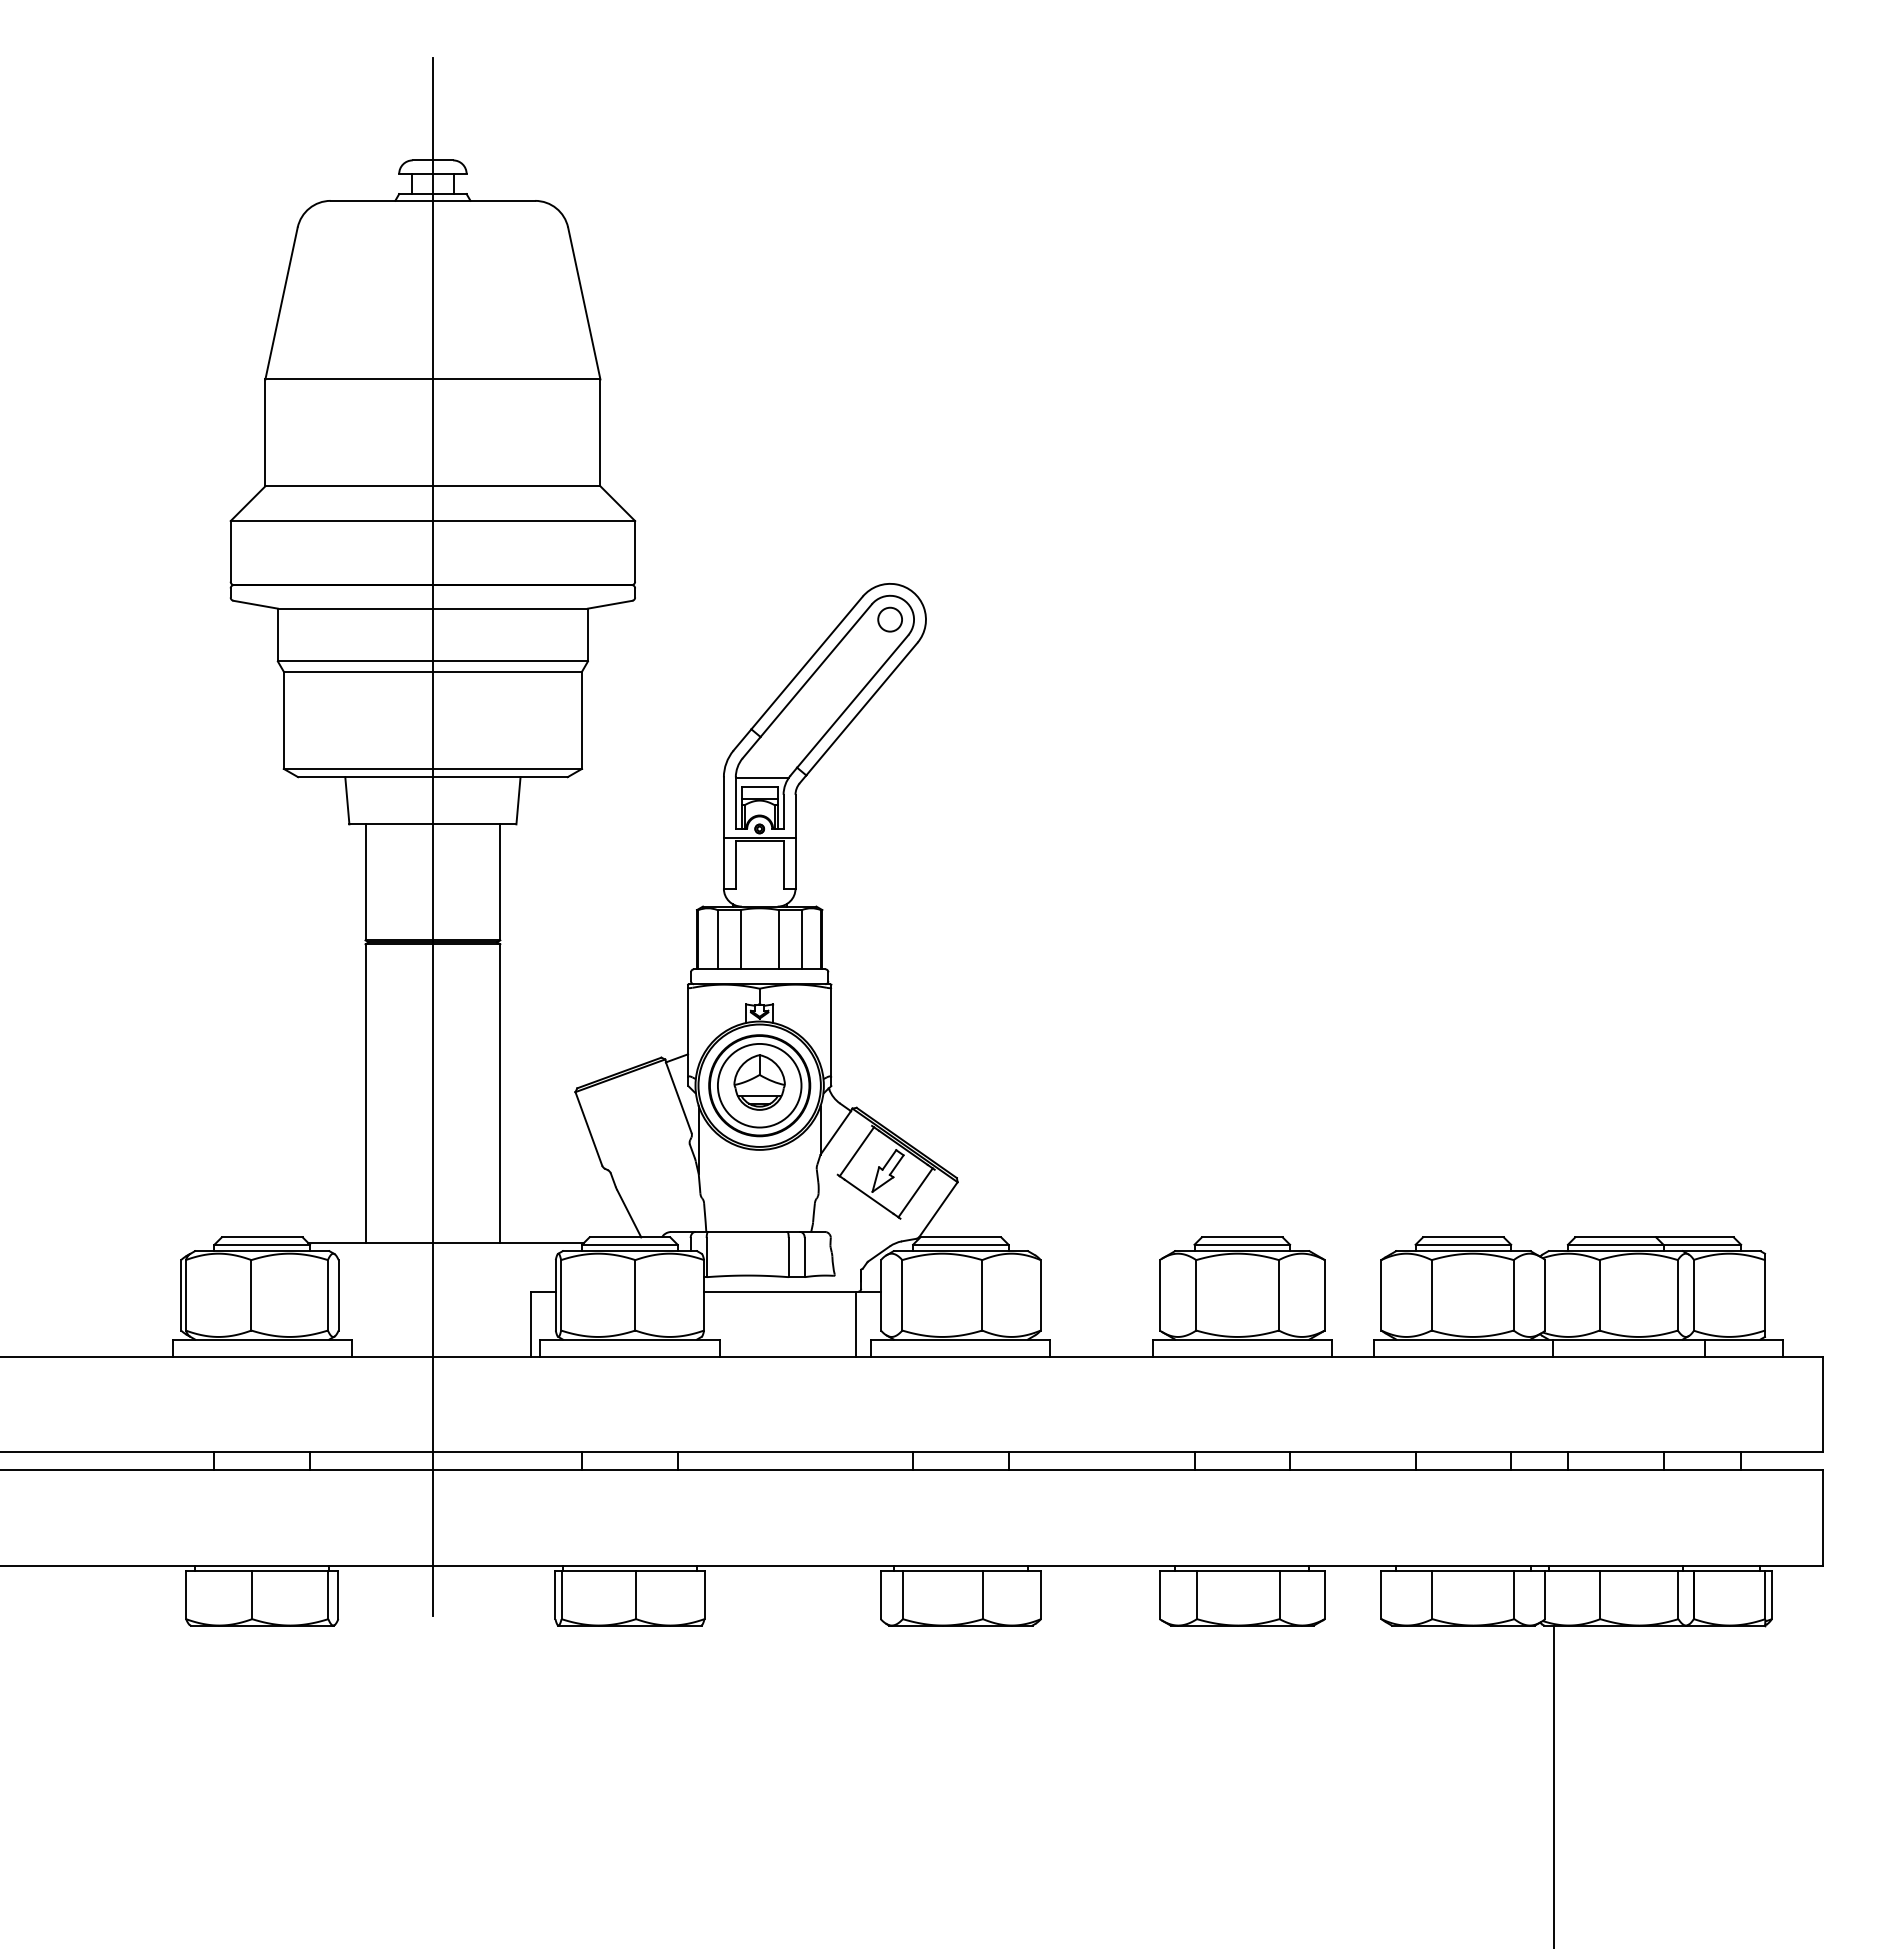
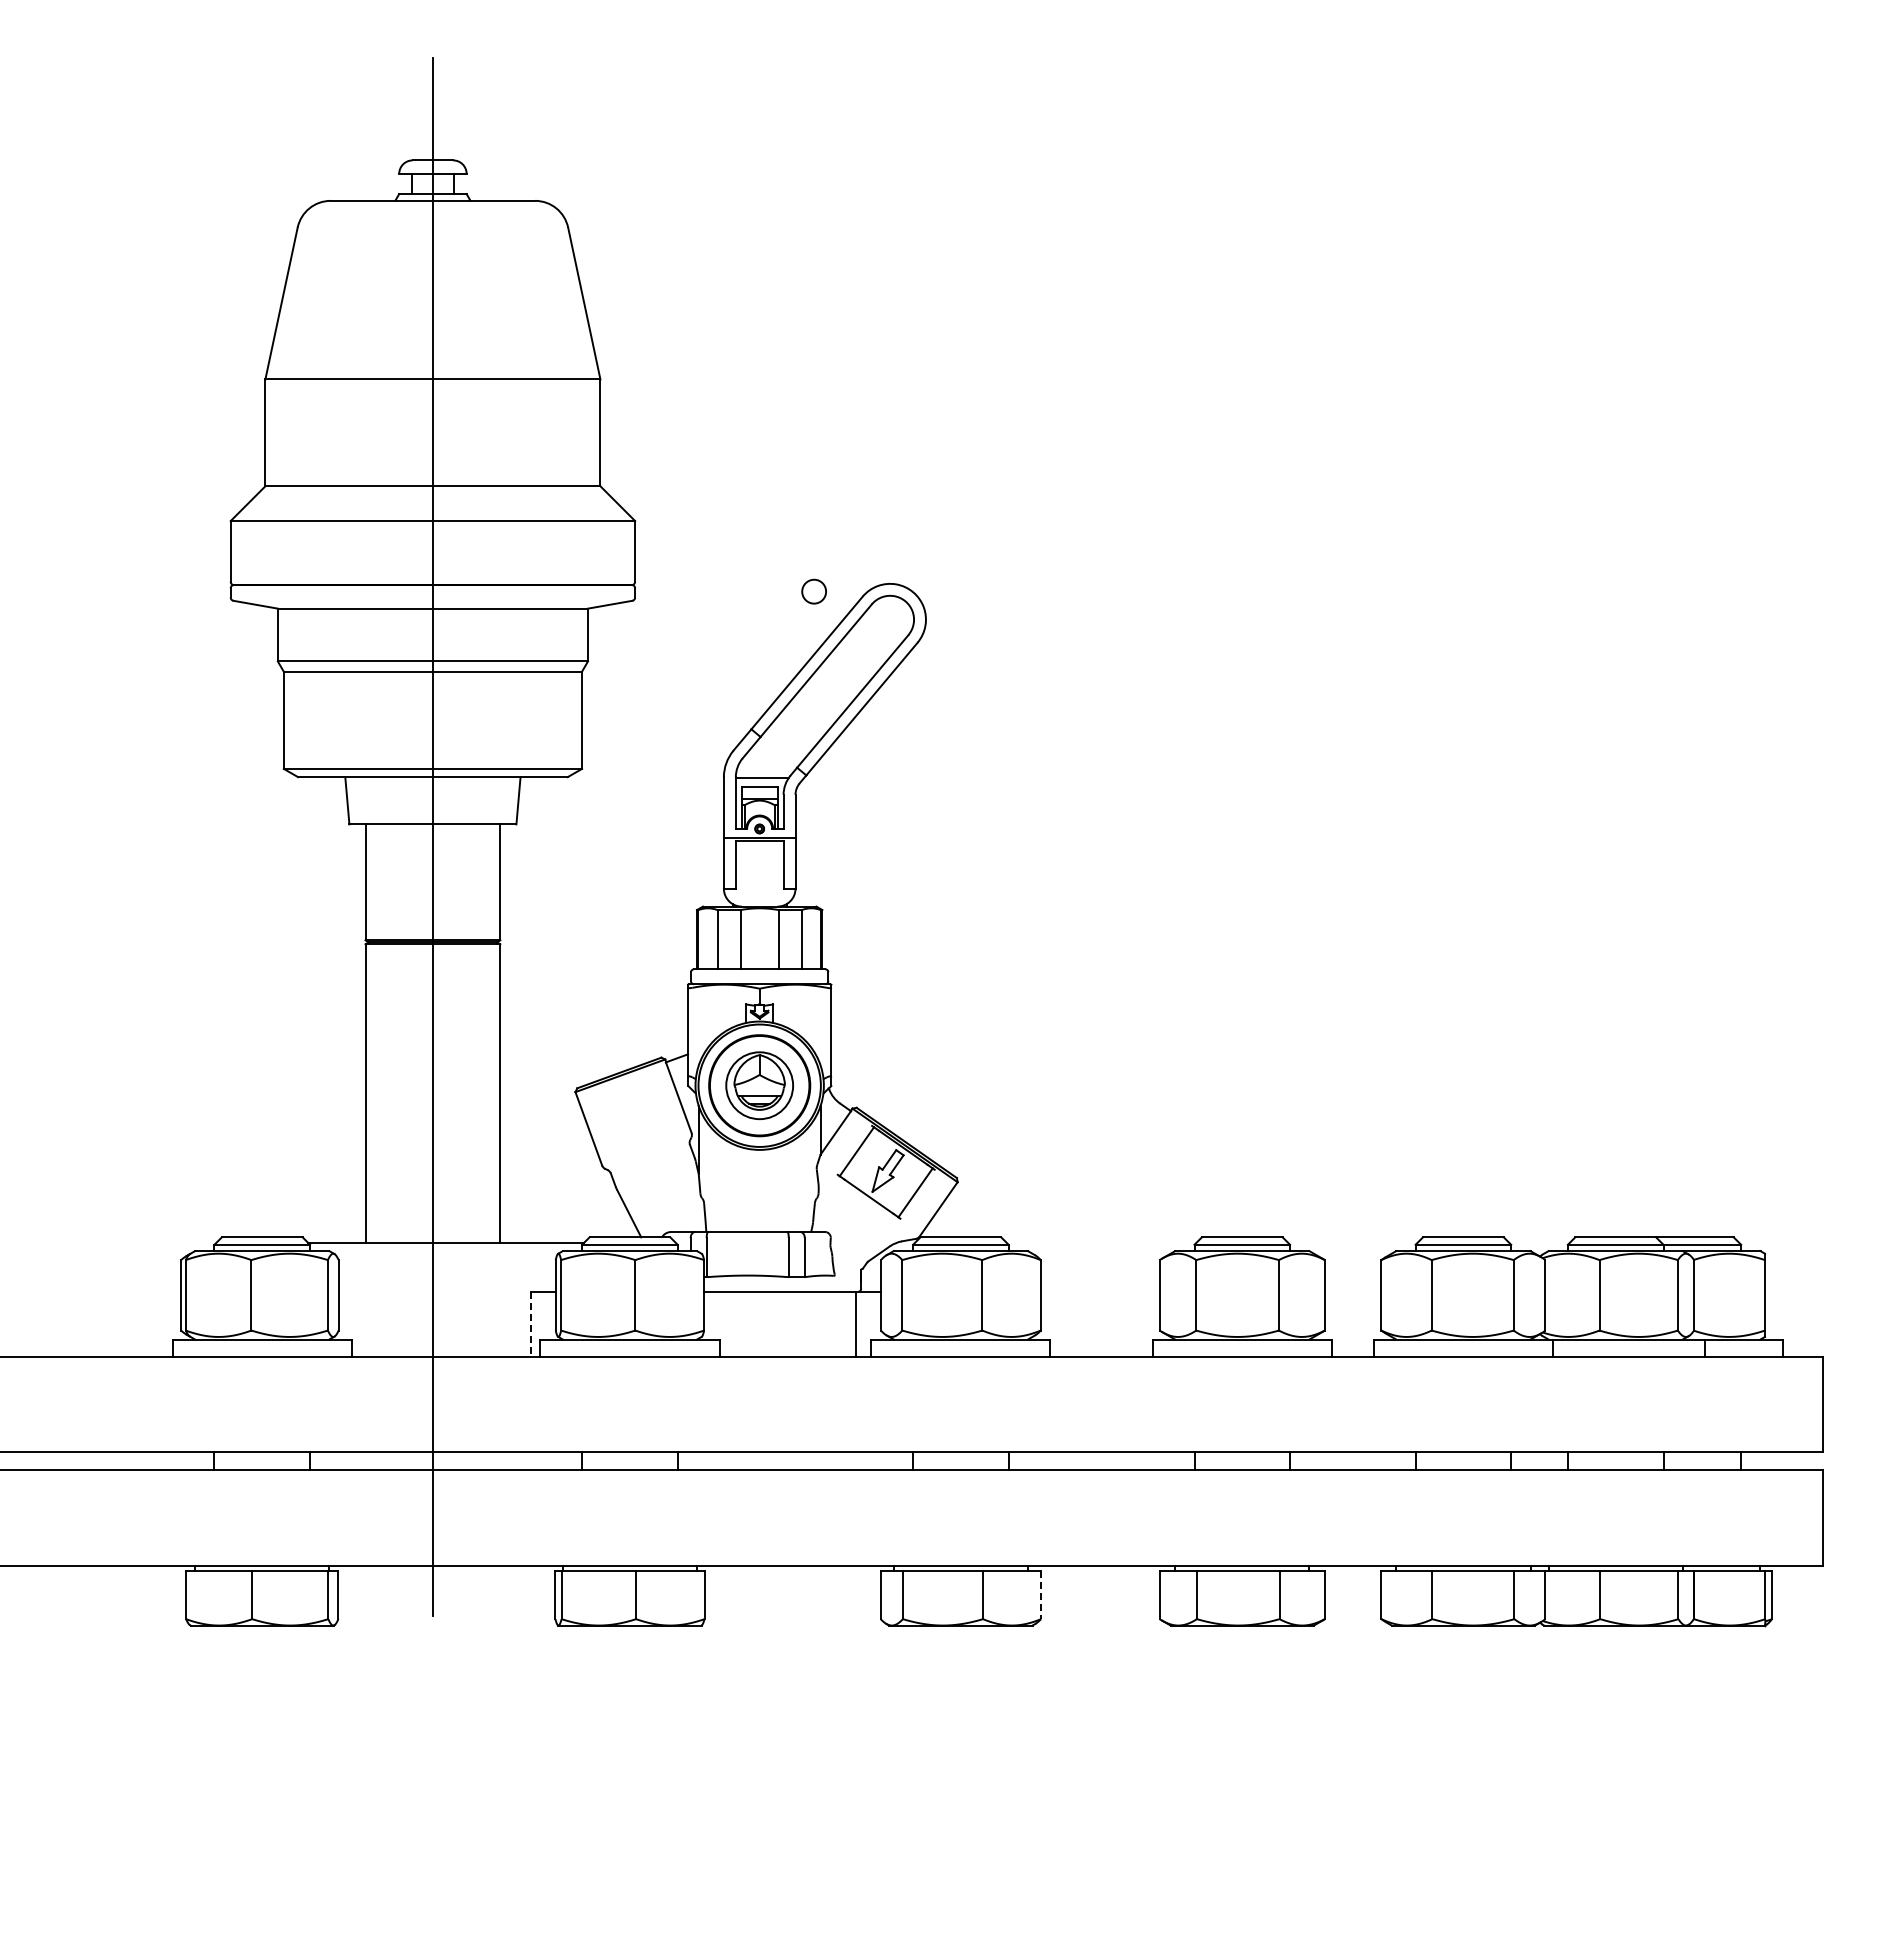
circle at (889, 619) position: (889, 619) -> (813, 591)
circle at (759, 1085) diameter: 84 px -> 67 px
line at (530, 1324): solid -> dashed
line at (1041, 1595): solid -> dashed
line at (1553, 1785): present -> none
